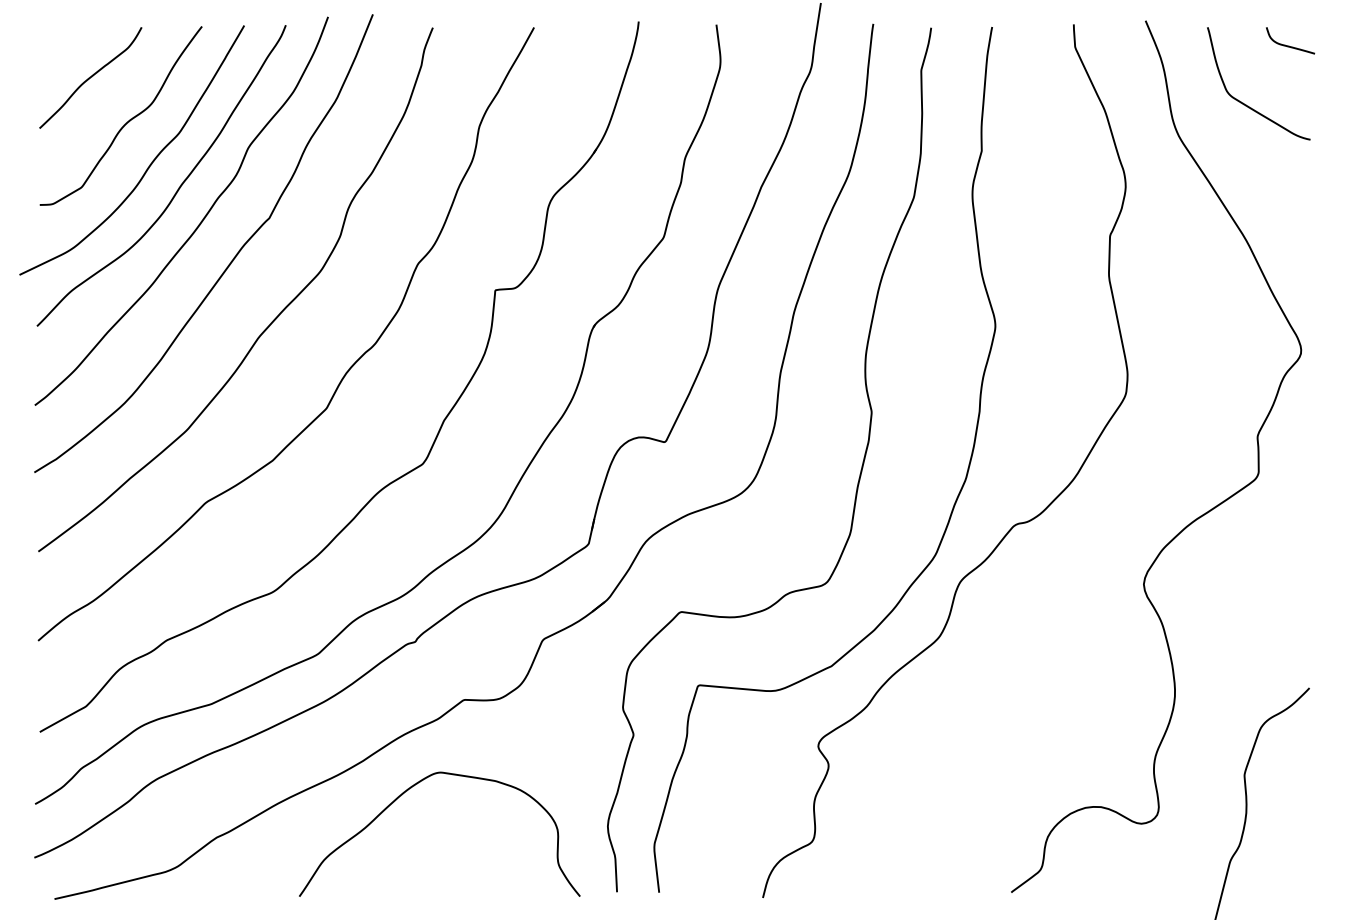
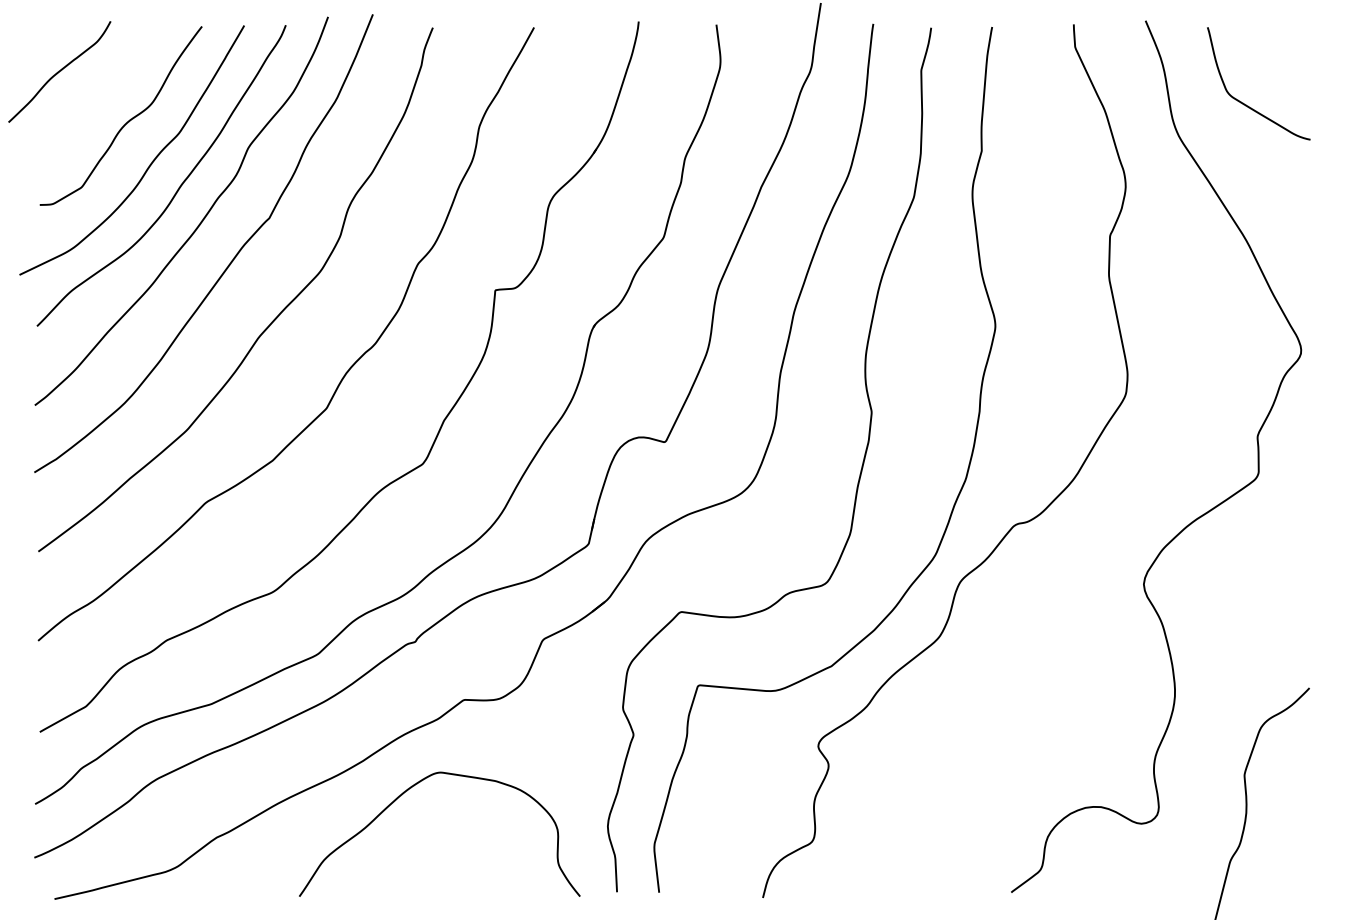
curve at (1289, 45): present -> none
curve at (90, 77) position: (90, 77) -> (59, 71)
